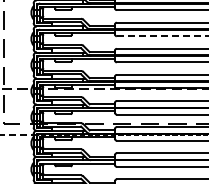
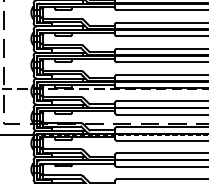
line at (162, 36): dashed -> solid
line at (17, 134): dashed -> solid
